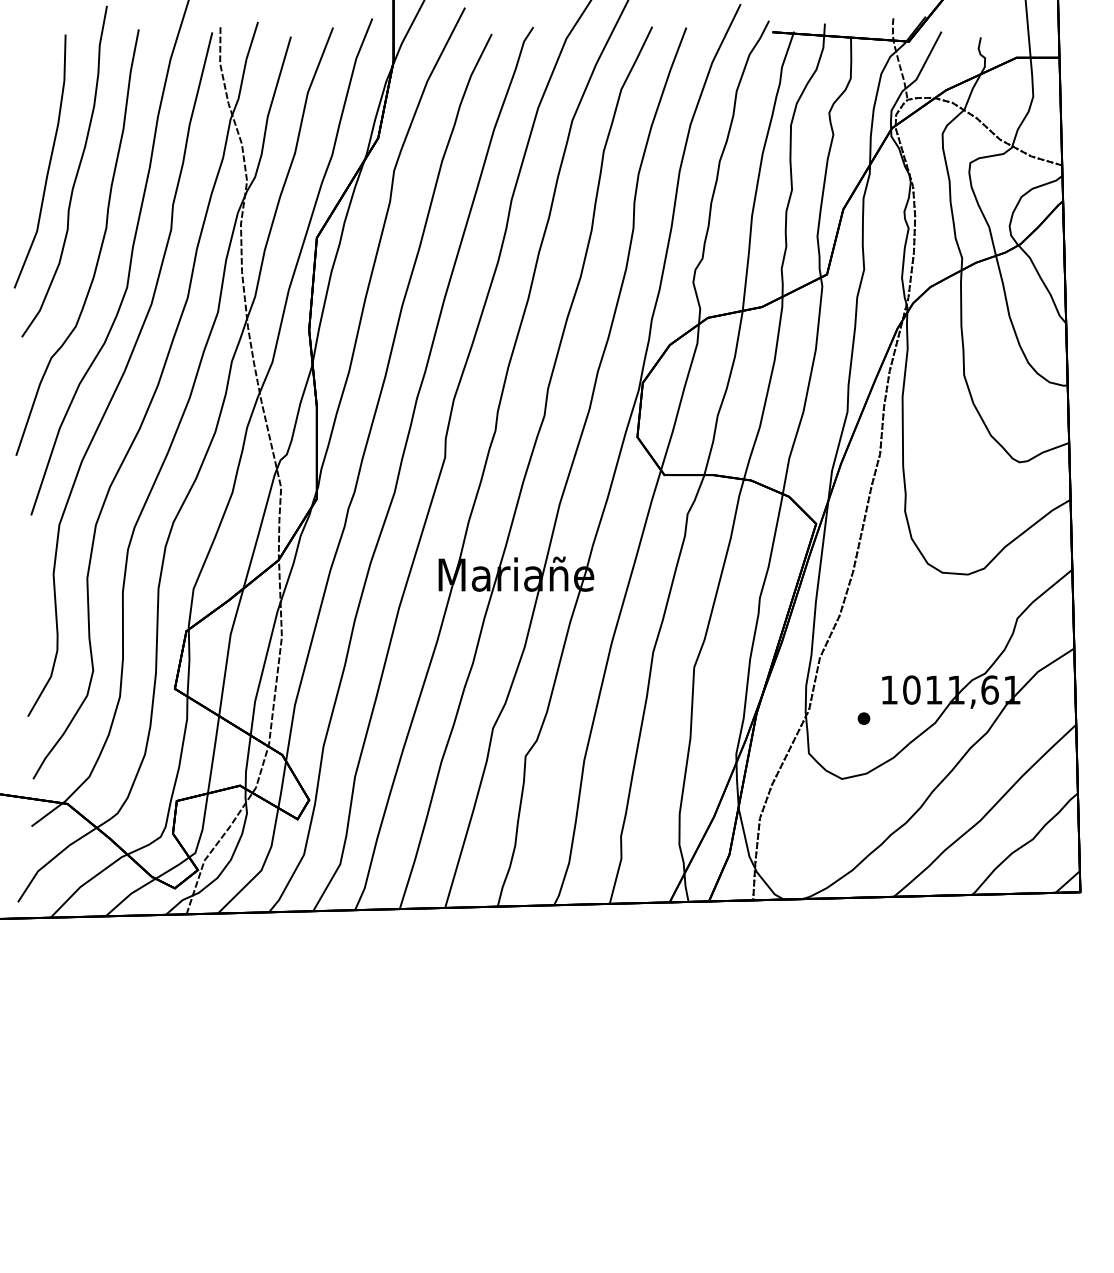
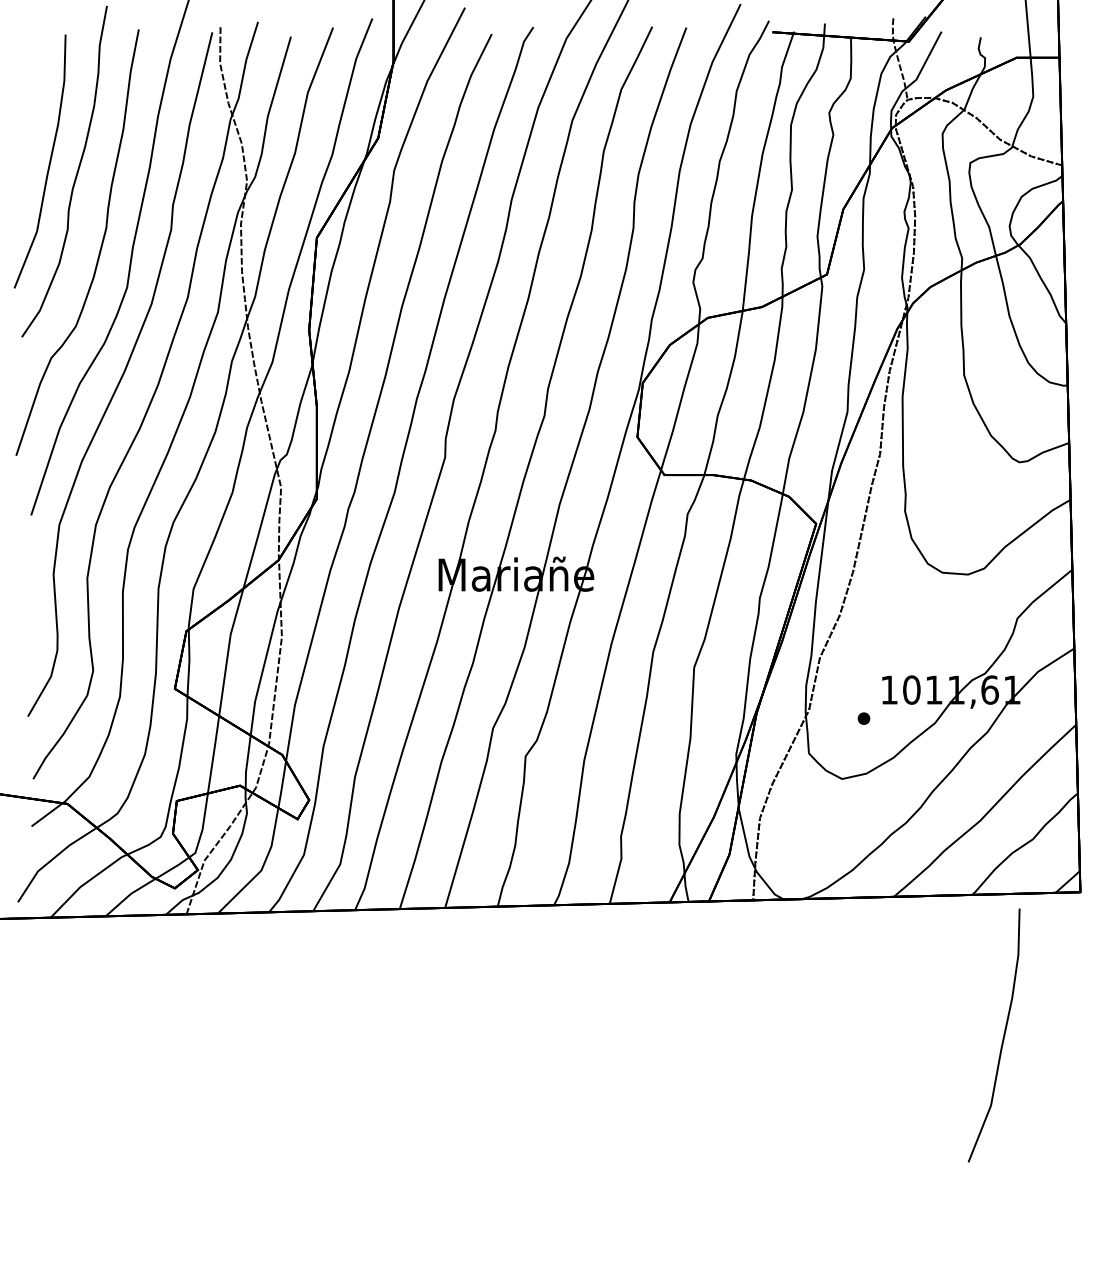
curve at (1002, 1038): none -> present
